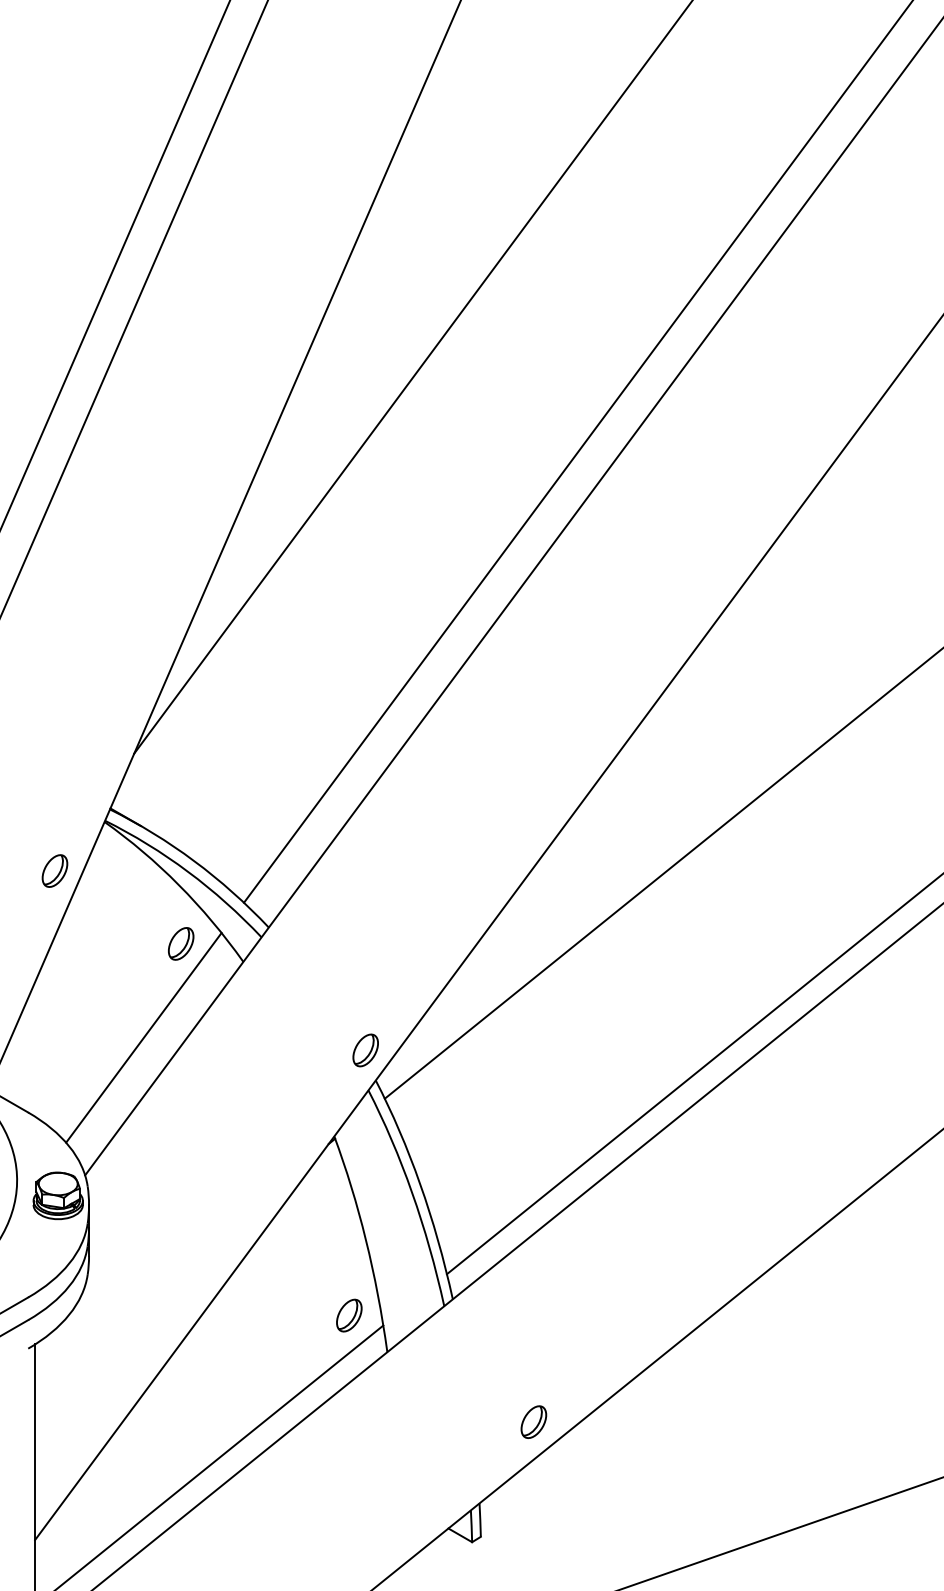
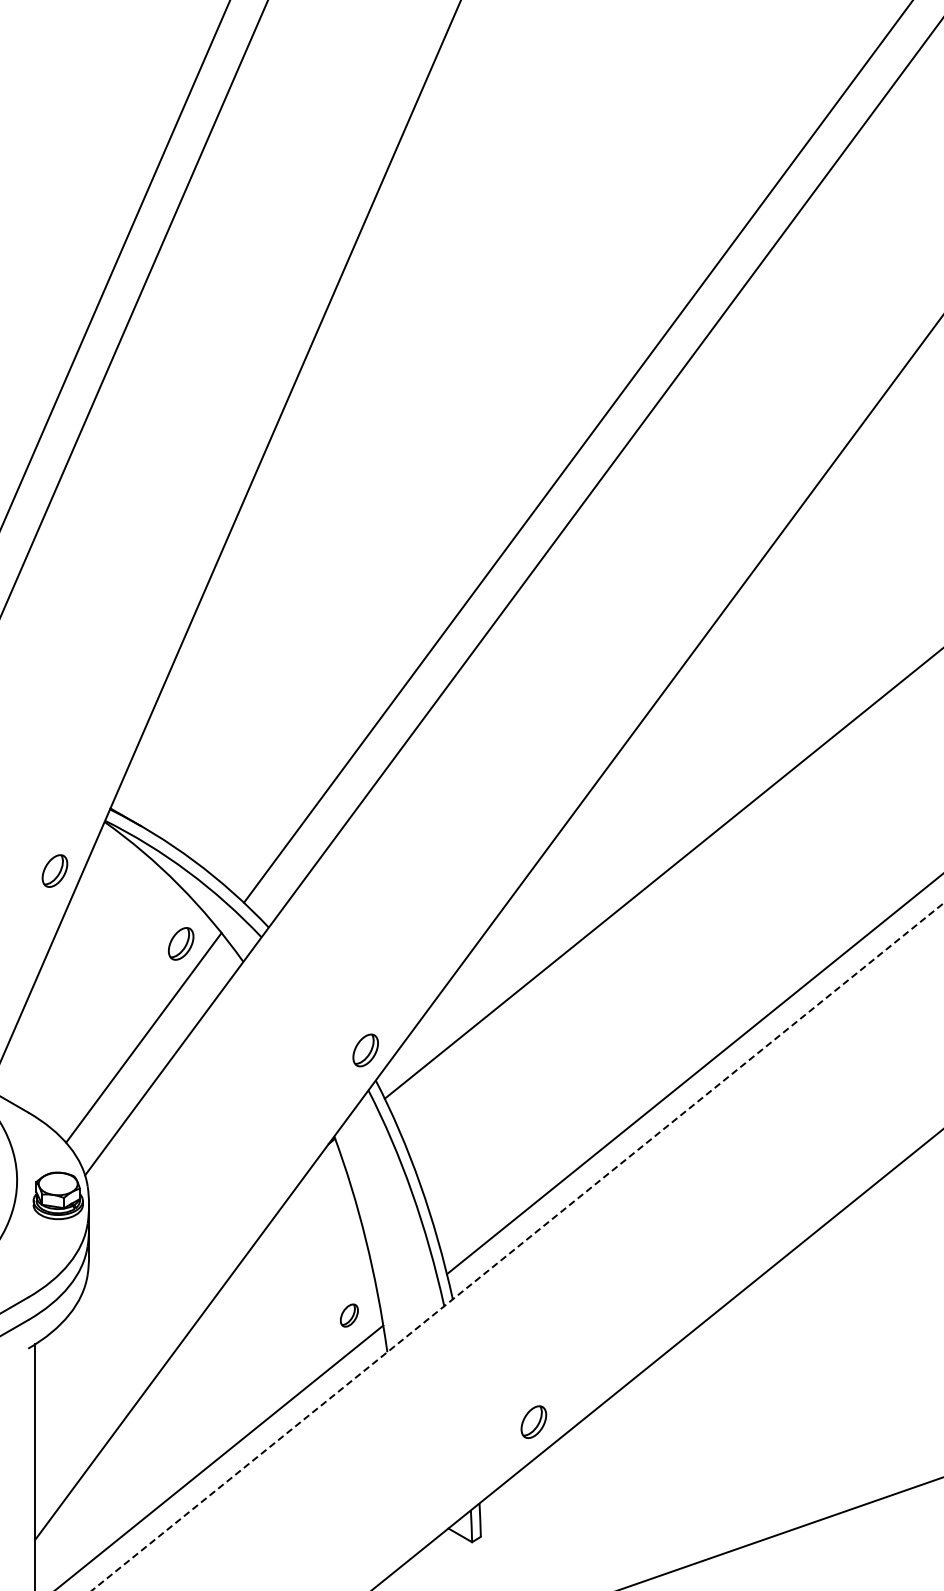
line at (412, 377): present -> none
line at (518, 1246): solid -> dashed
part at (349, 1315) size: 27x35 px -> 19x25 px
